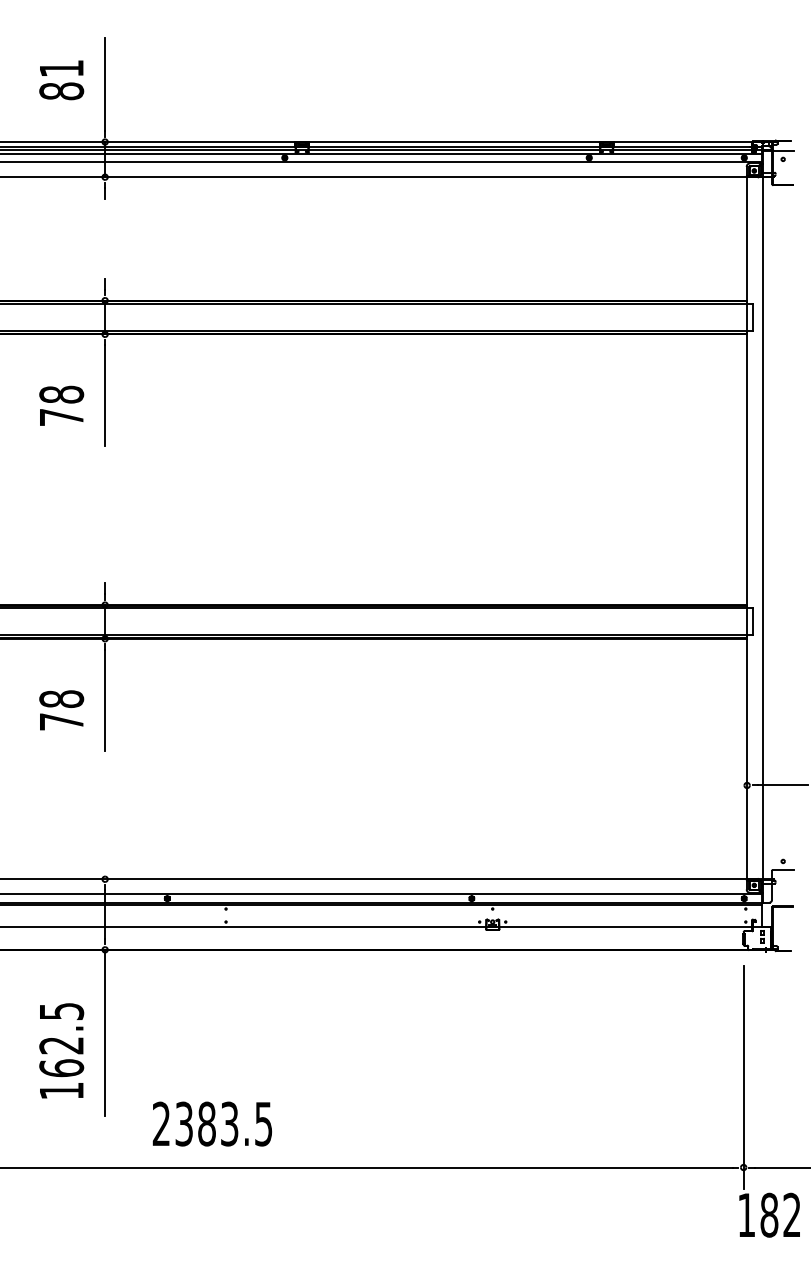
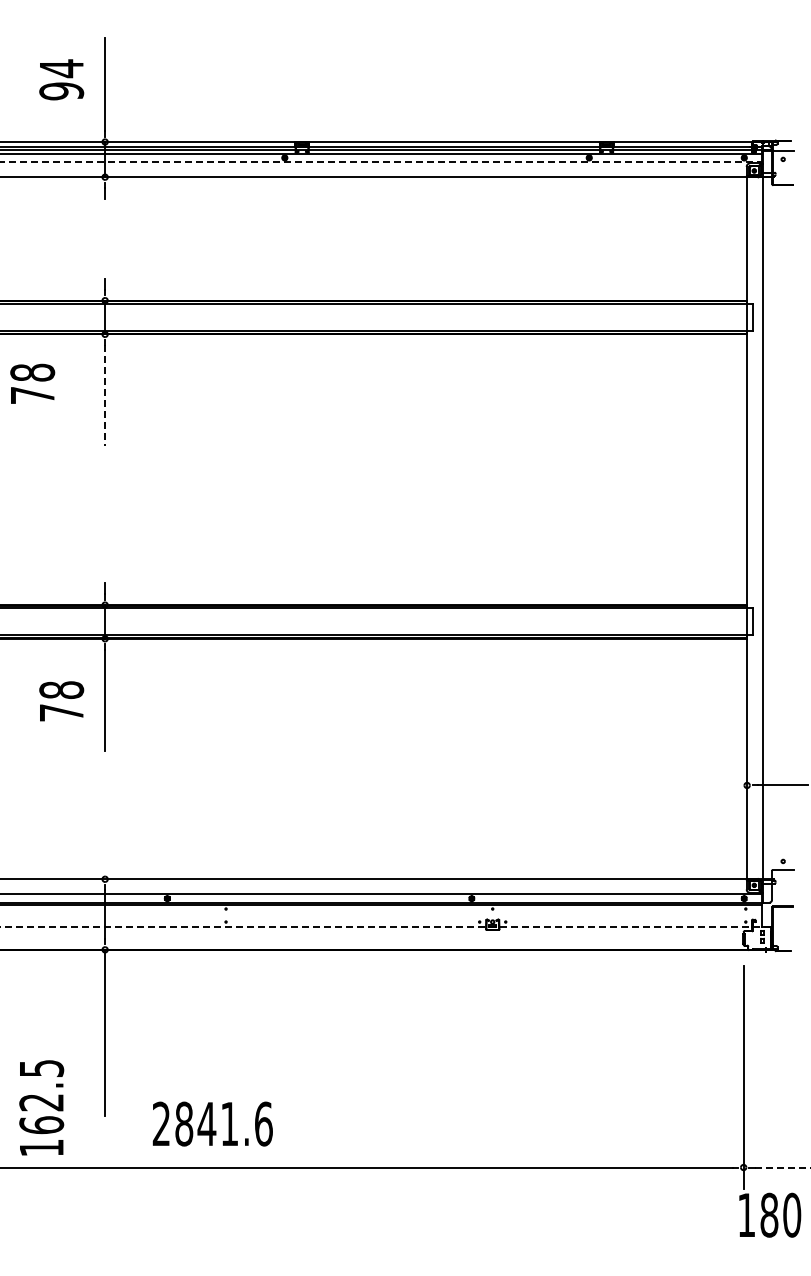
text at (61, 79): 81 -> 94
line at (381, 161): solid -> dashed
line at (105, 395): solid -> dashed
text at (61, 405) position: (61, 405) -> (32, 383)
text at (61, 710) position: (61, 710) -> (61, 701)
line at (385, 927): solid -> dashed
text at (61, 1050) position: (61, 1050) -> (41, 1107)
text at (223, 1123): 2383.5 -> 2841.6
line at (783, 1167): solid -> dashed
text at (792, 1214): 182 -> 180
